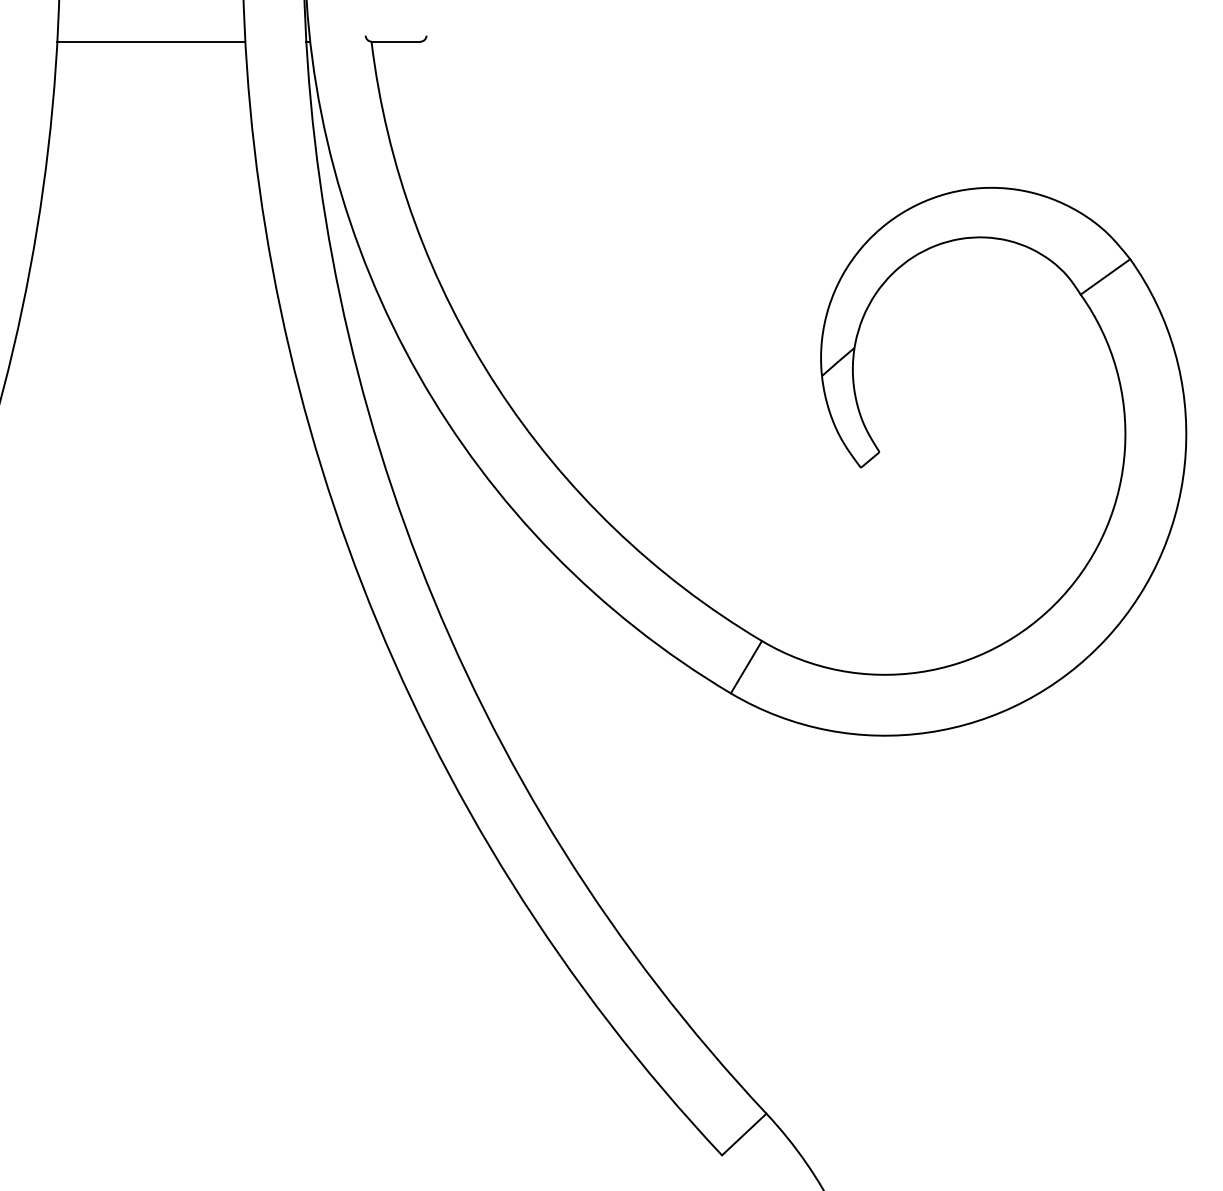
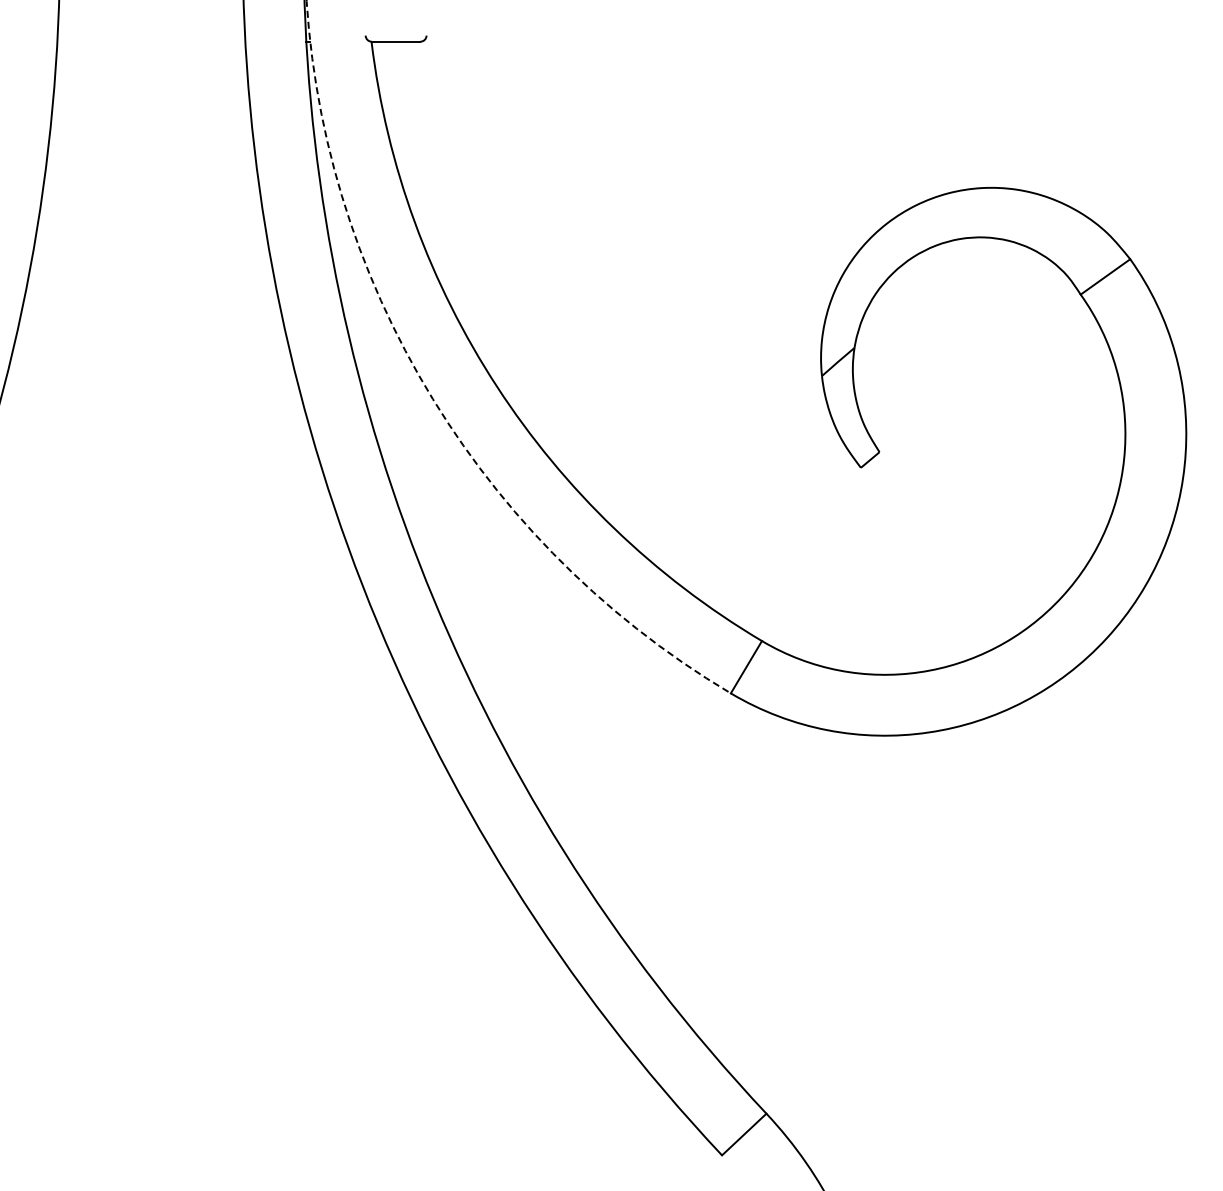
line at (151, 41): present -> none
arc at (432, 399): solid -> dashed
